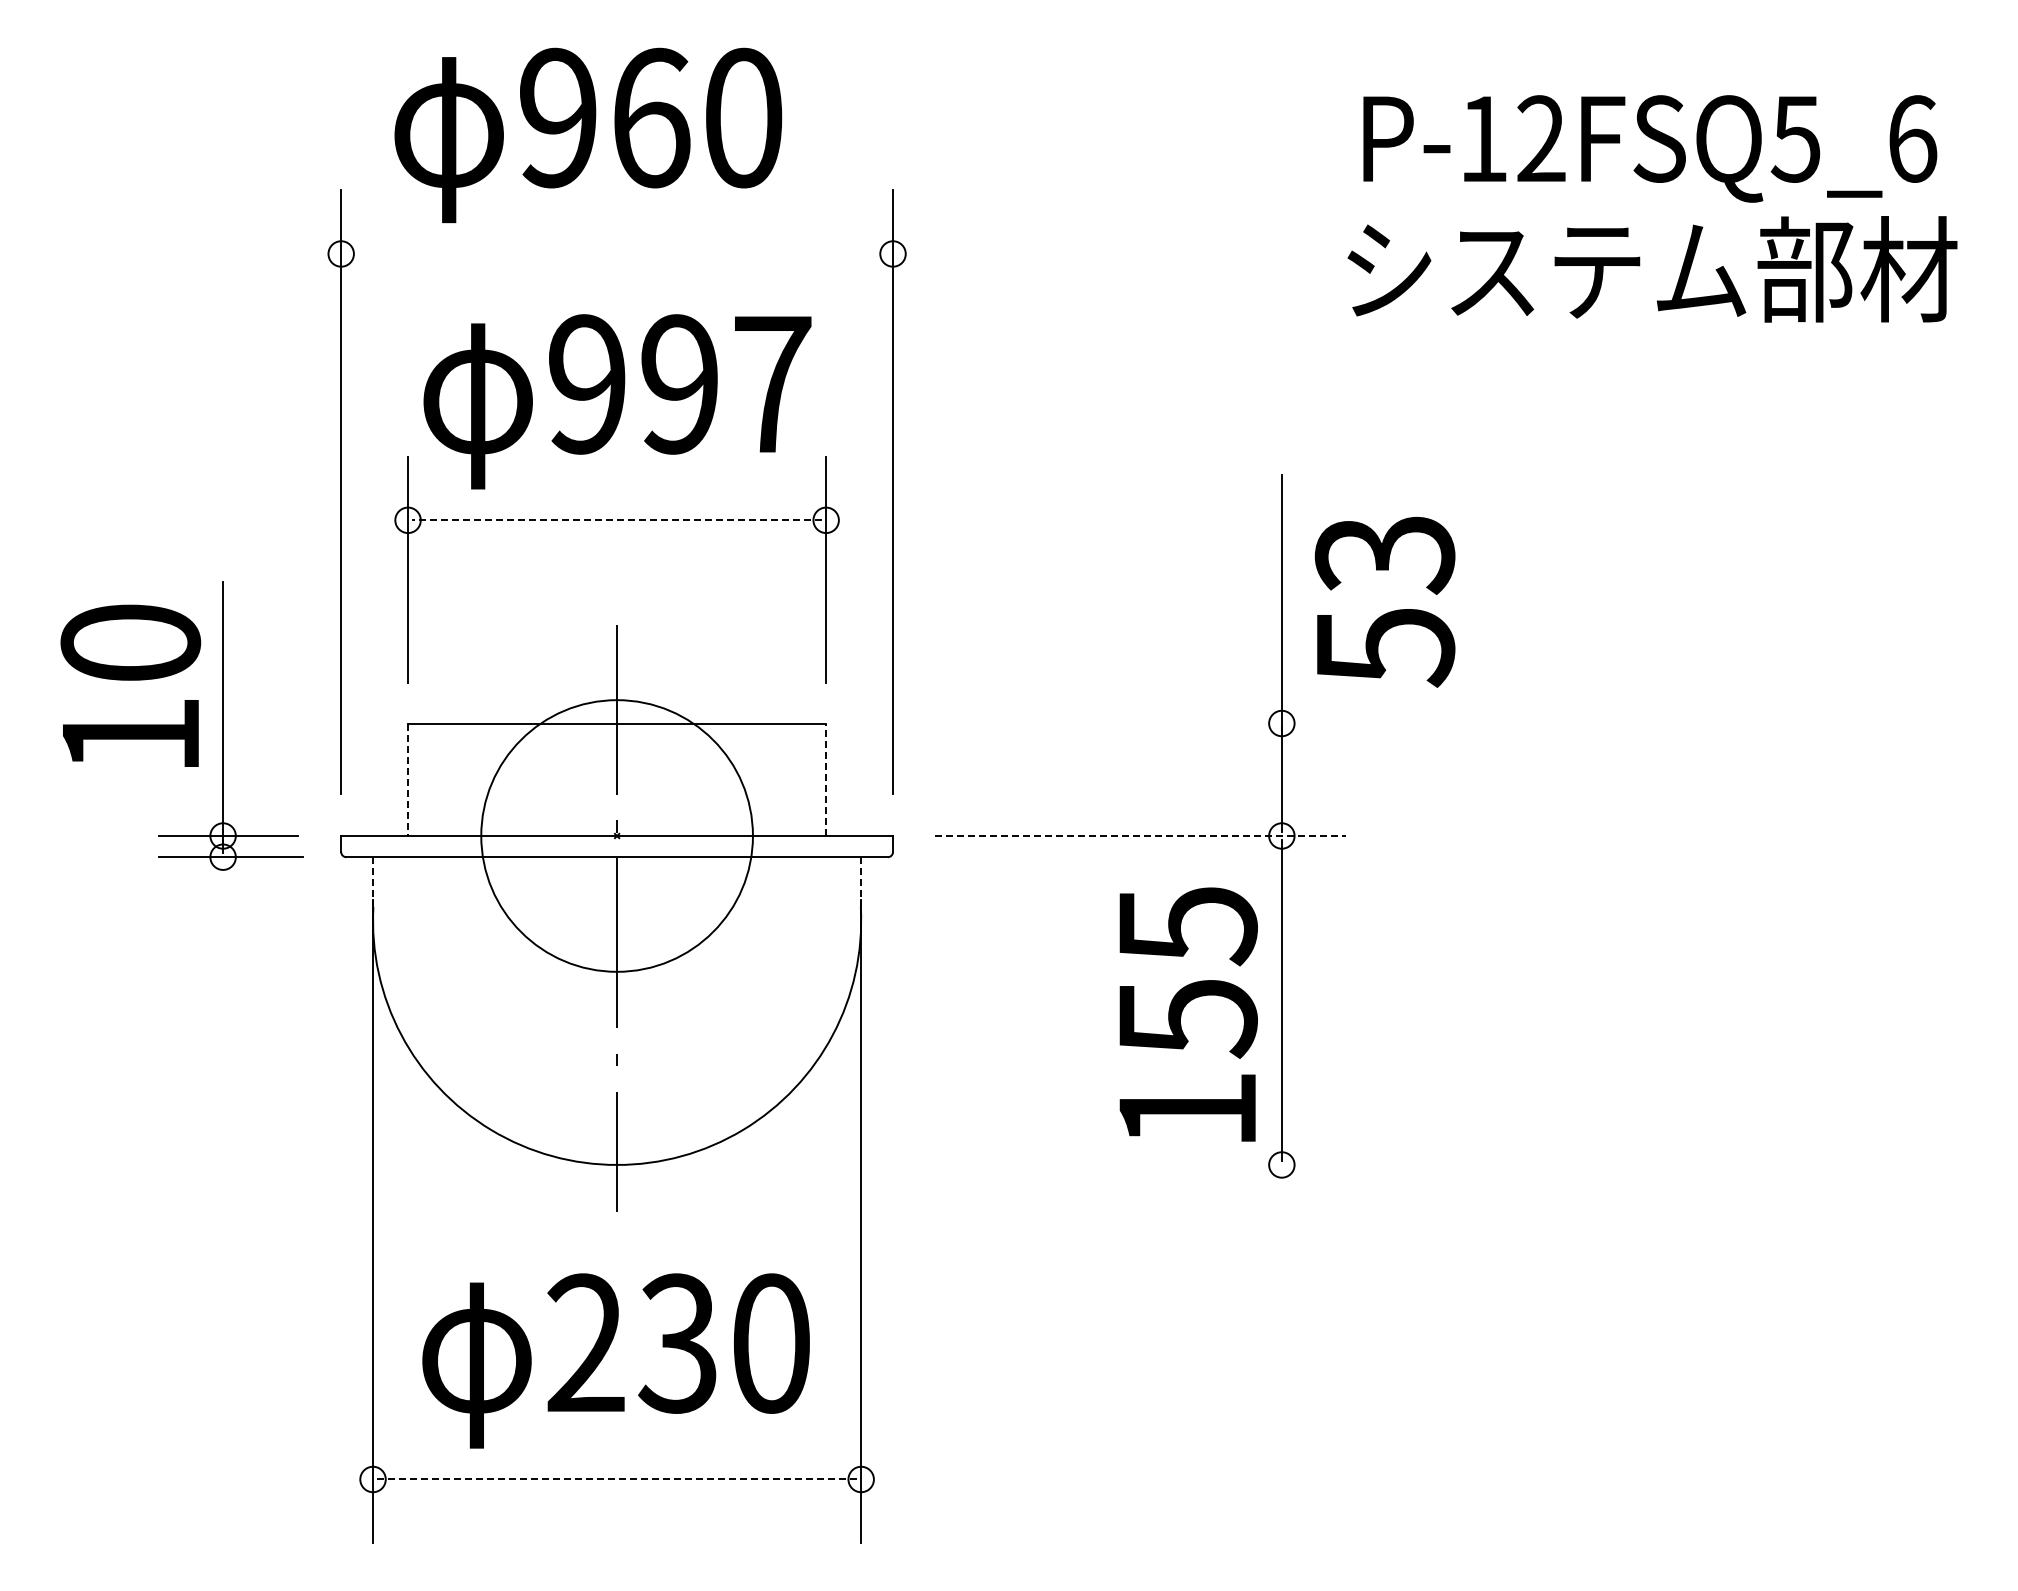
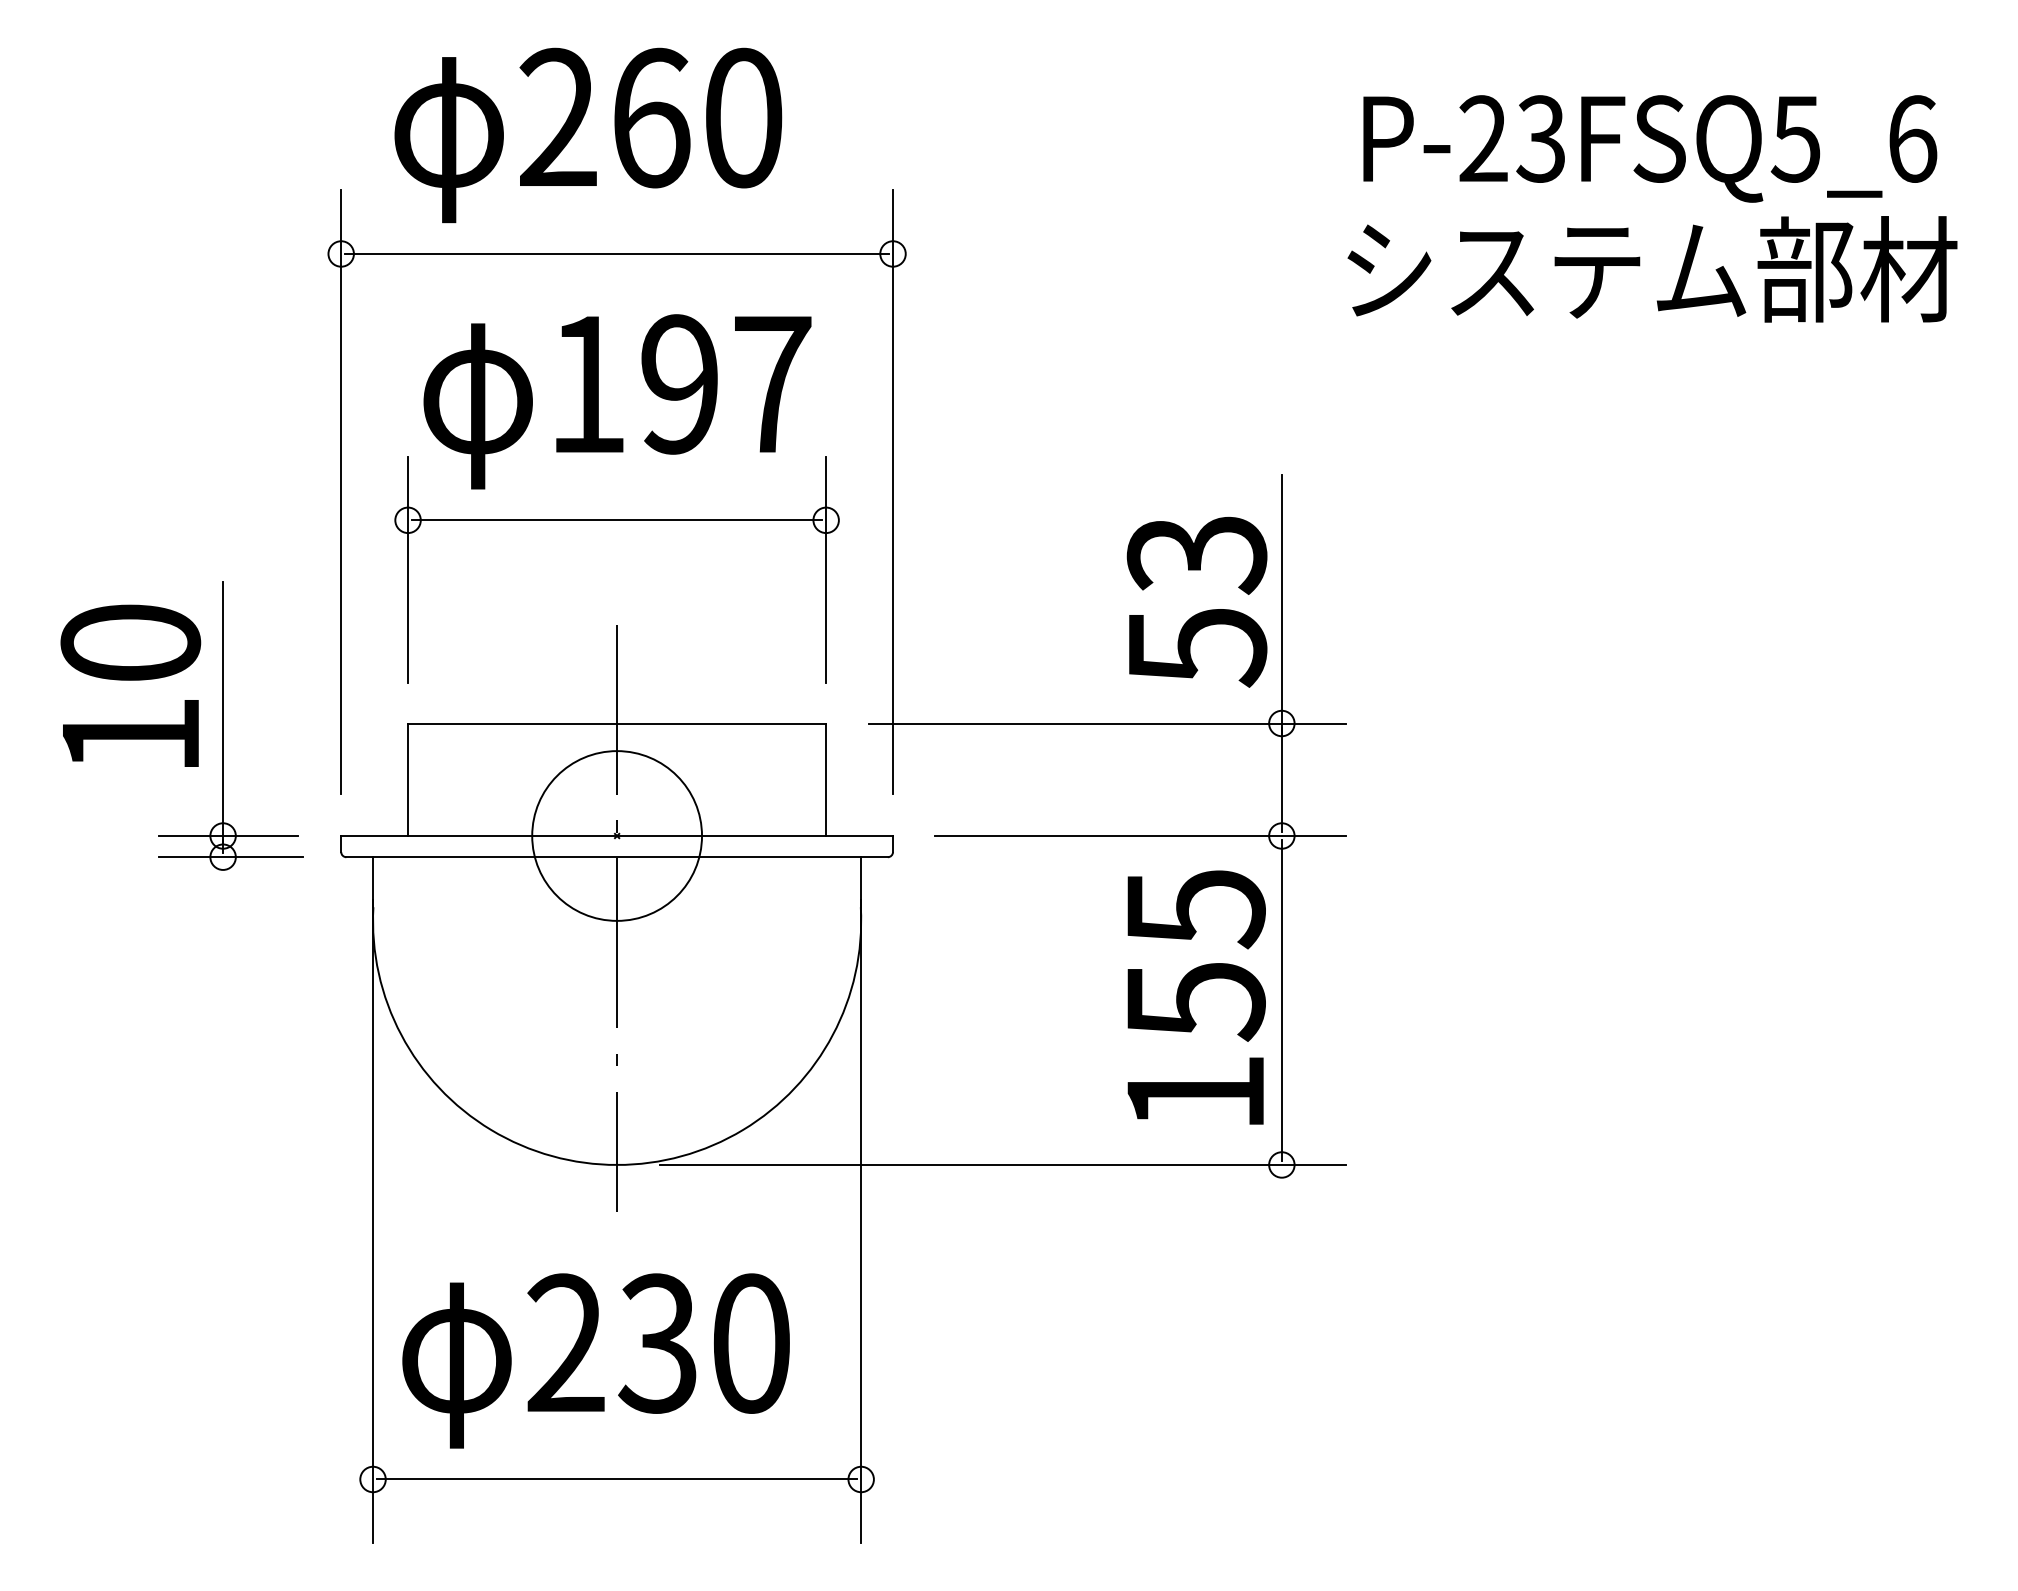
text at (557, 118): 960 -> 260
text at (1512, 138): P-12FSQ5_6 -> P-23FSQ5_6
line at (616, 253): none -> present
text at (587, 384): 997 -> 197
line at (617, 520): dashed -> solid
text at (1384, 602) position: (1384, 602) -> (1196, 602)
line at (1106, 723): none -> present
line at (826, 779): dashed -> solid
line at (408, 780): dashed -> solid
circle at (616, 835) diameter: 272 px -> 170 px
line at (1141, 836): dashed -> solid
line at (373, 882): dashed -> solid
line at (861, 882): dashed -> solid
text at (1188, 1014) position: (1188, 1014) -> (1196, 997)
line at (1002, 1164): none -> present
text at (615, 1360) position: (615, 1360) -> (595, 1360)
line at (617, 1479): dashed -> solid
